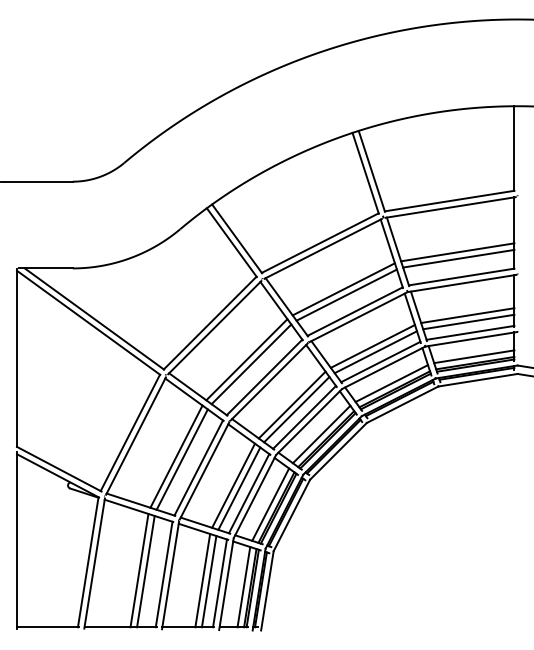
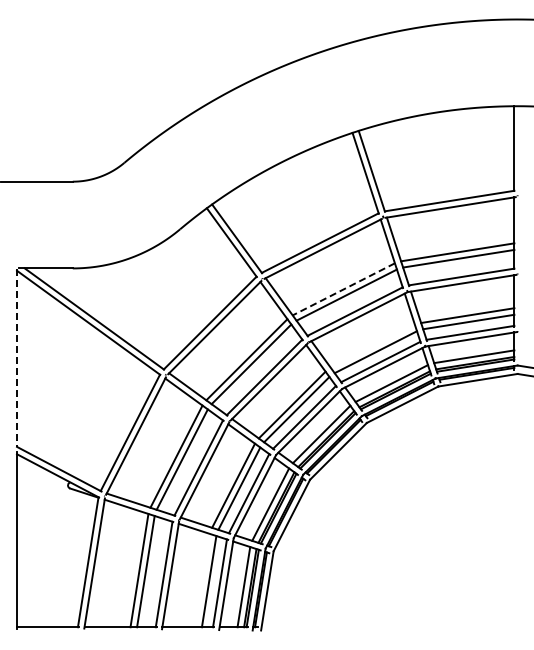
line at (343, 289): solid -> dashed
line at (372, 346): present -> none
line at (17, 358): solid -> dashed
line at (202, 580): present -> none
